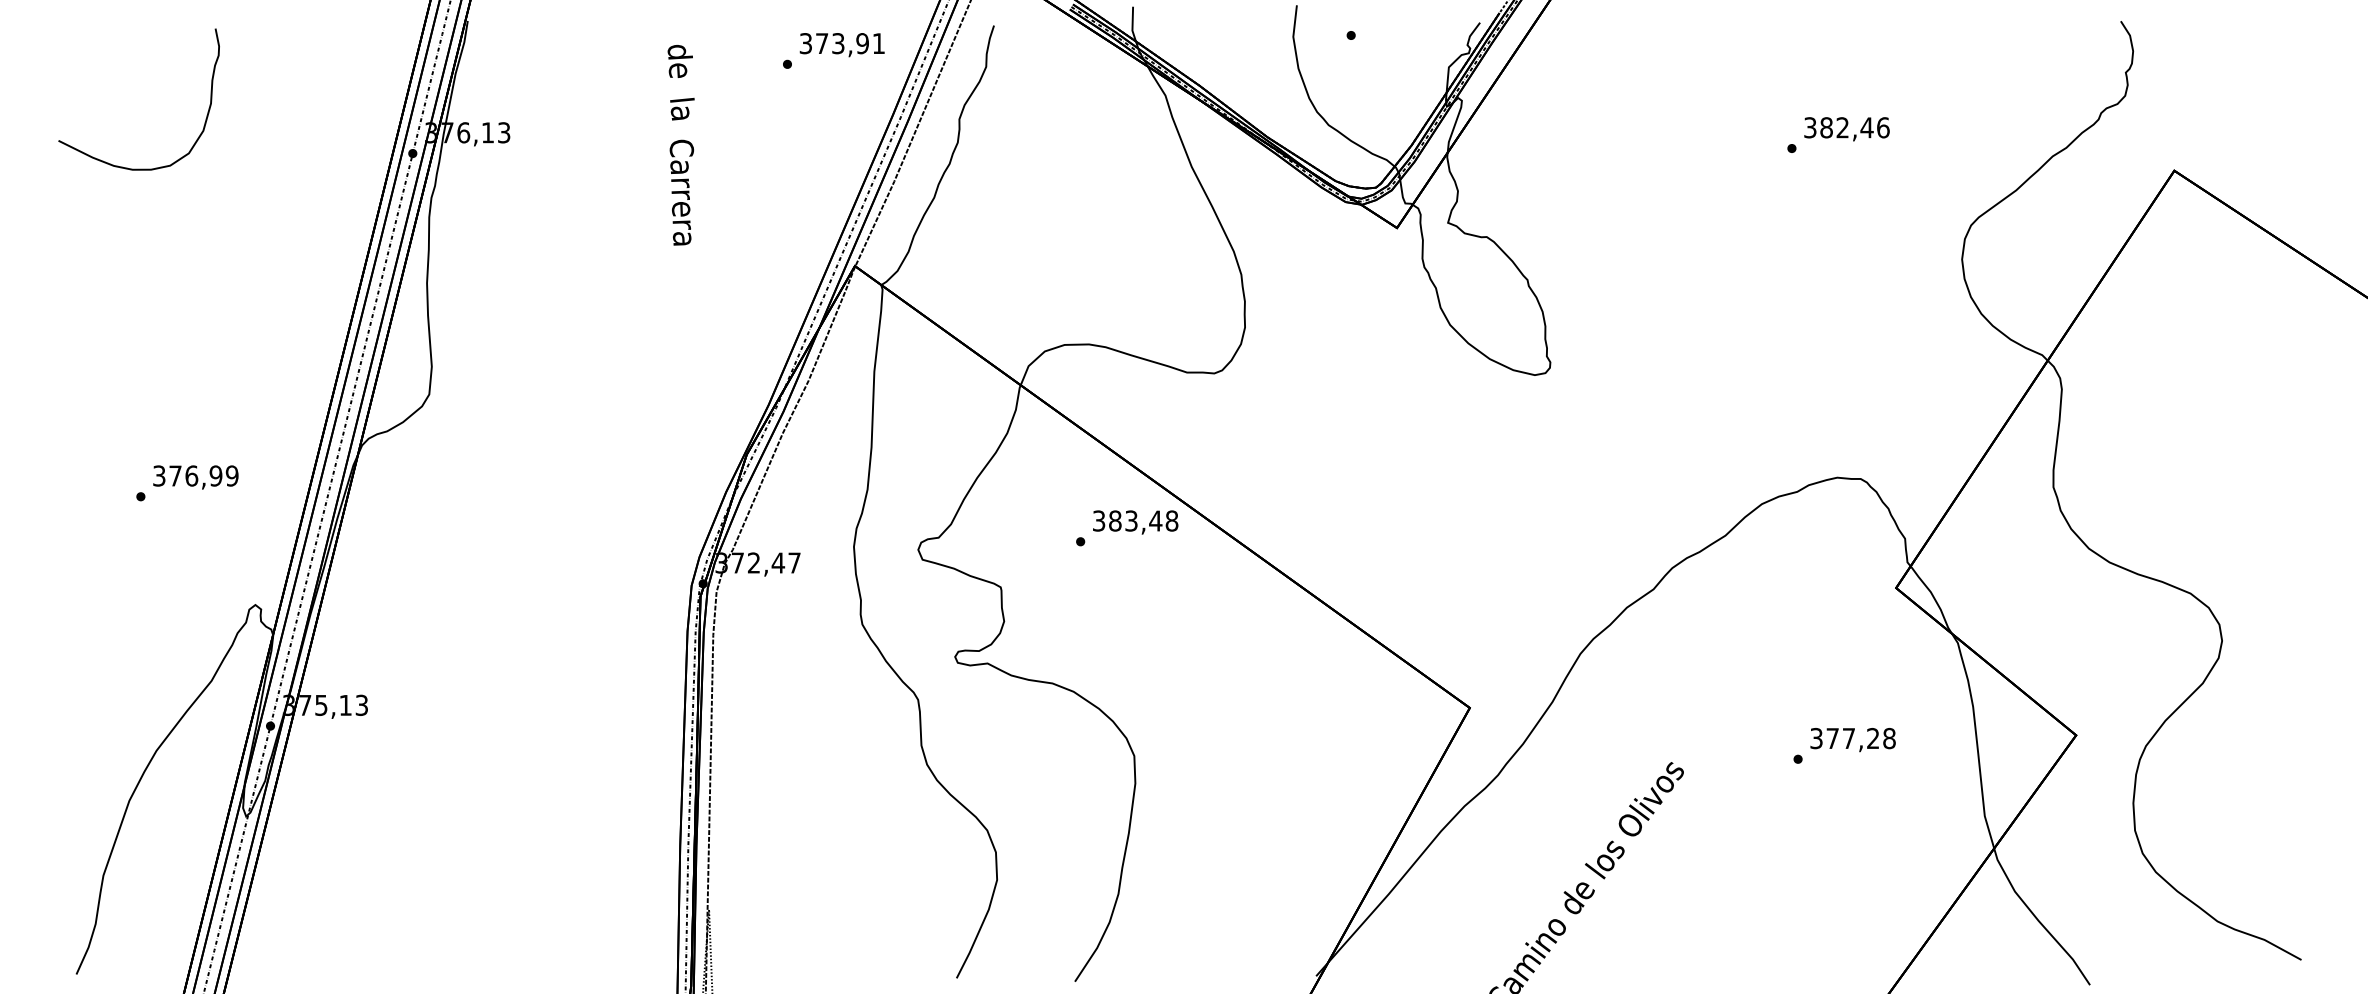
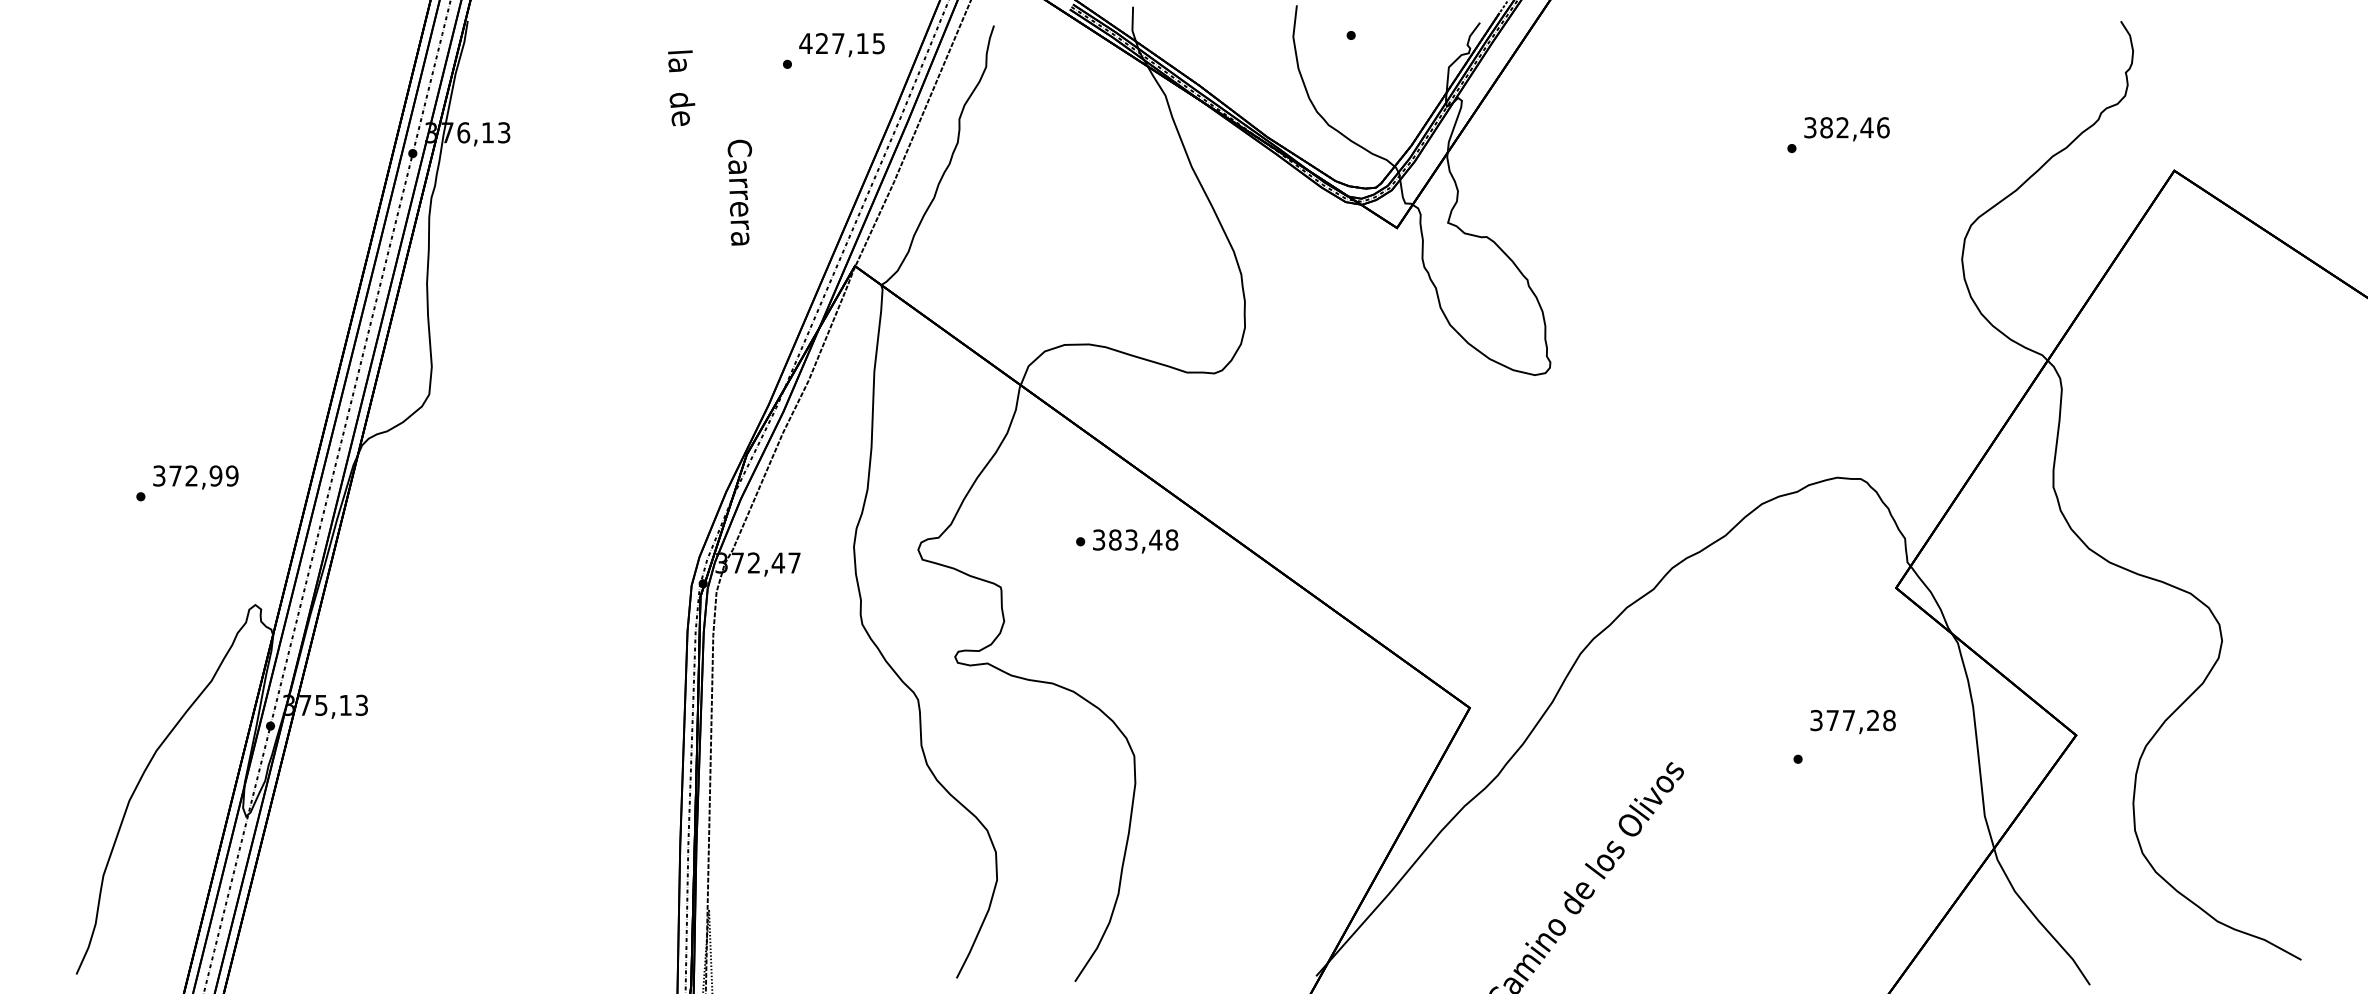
text at (841, 43): 373,91 -> 427,15
text at (679, 60): de -> la
text at (682, 109): la -> de
curve at (122, 166): present -> none
text at (681, 192) position: (681, 192) -> (739, 192)
text at (191, 475): 376,99 -> 372,99
text at (1135, 522) position: (1135, 522) -> (1135, 541)
text at (1852, 740) position: (1852, 740) -> (1852, 722)
